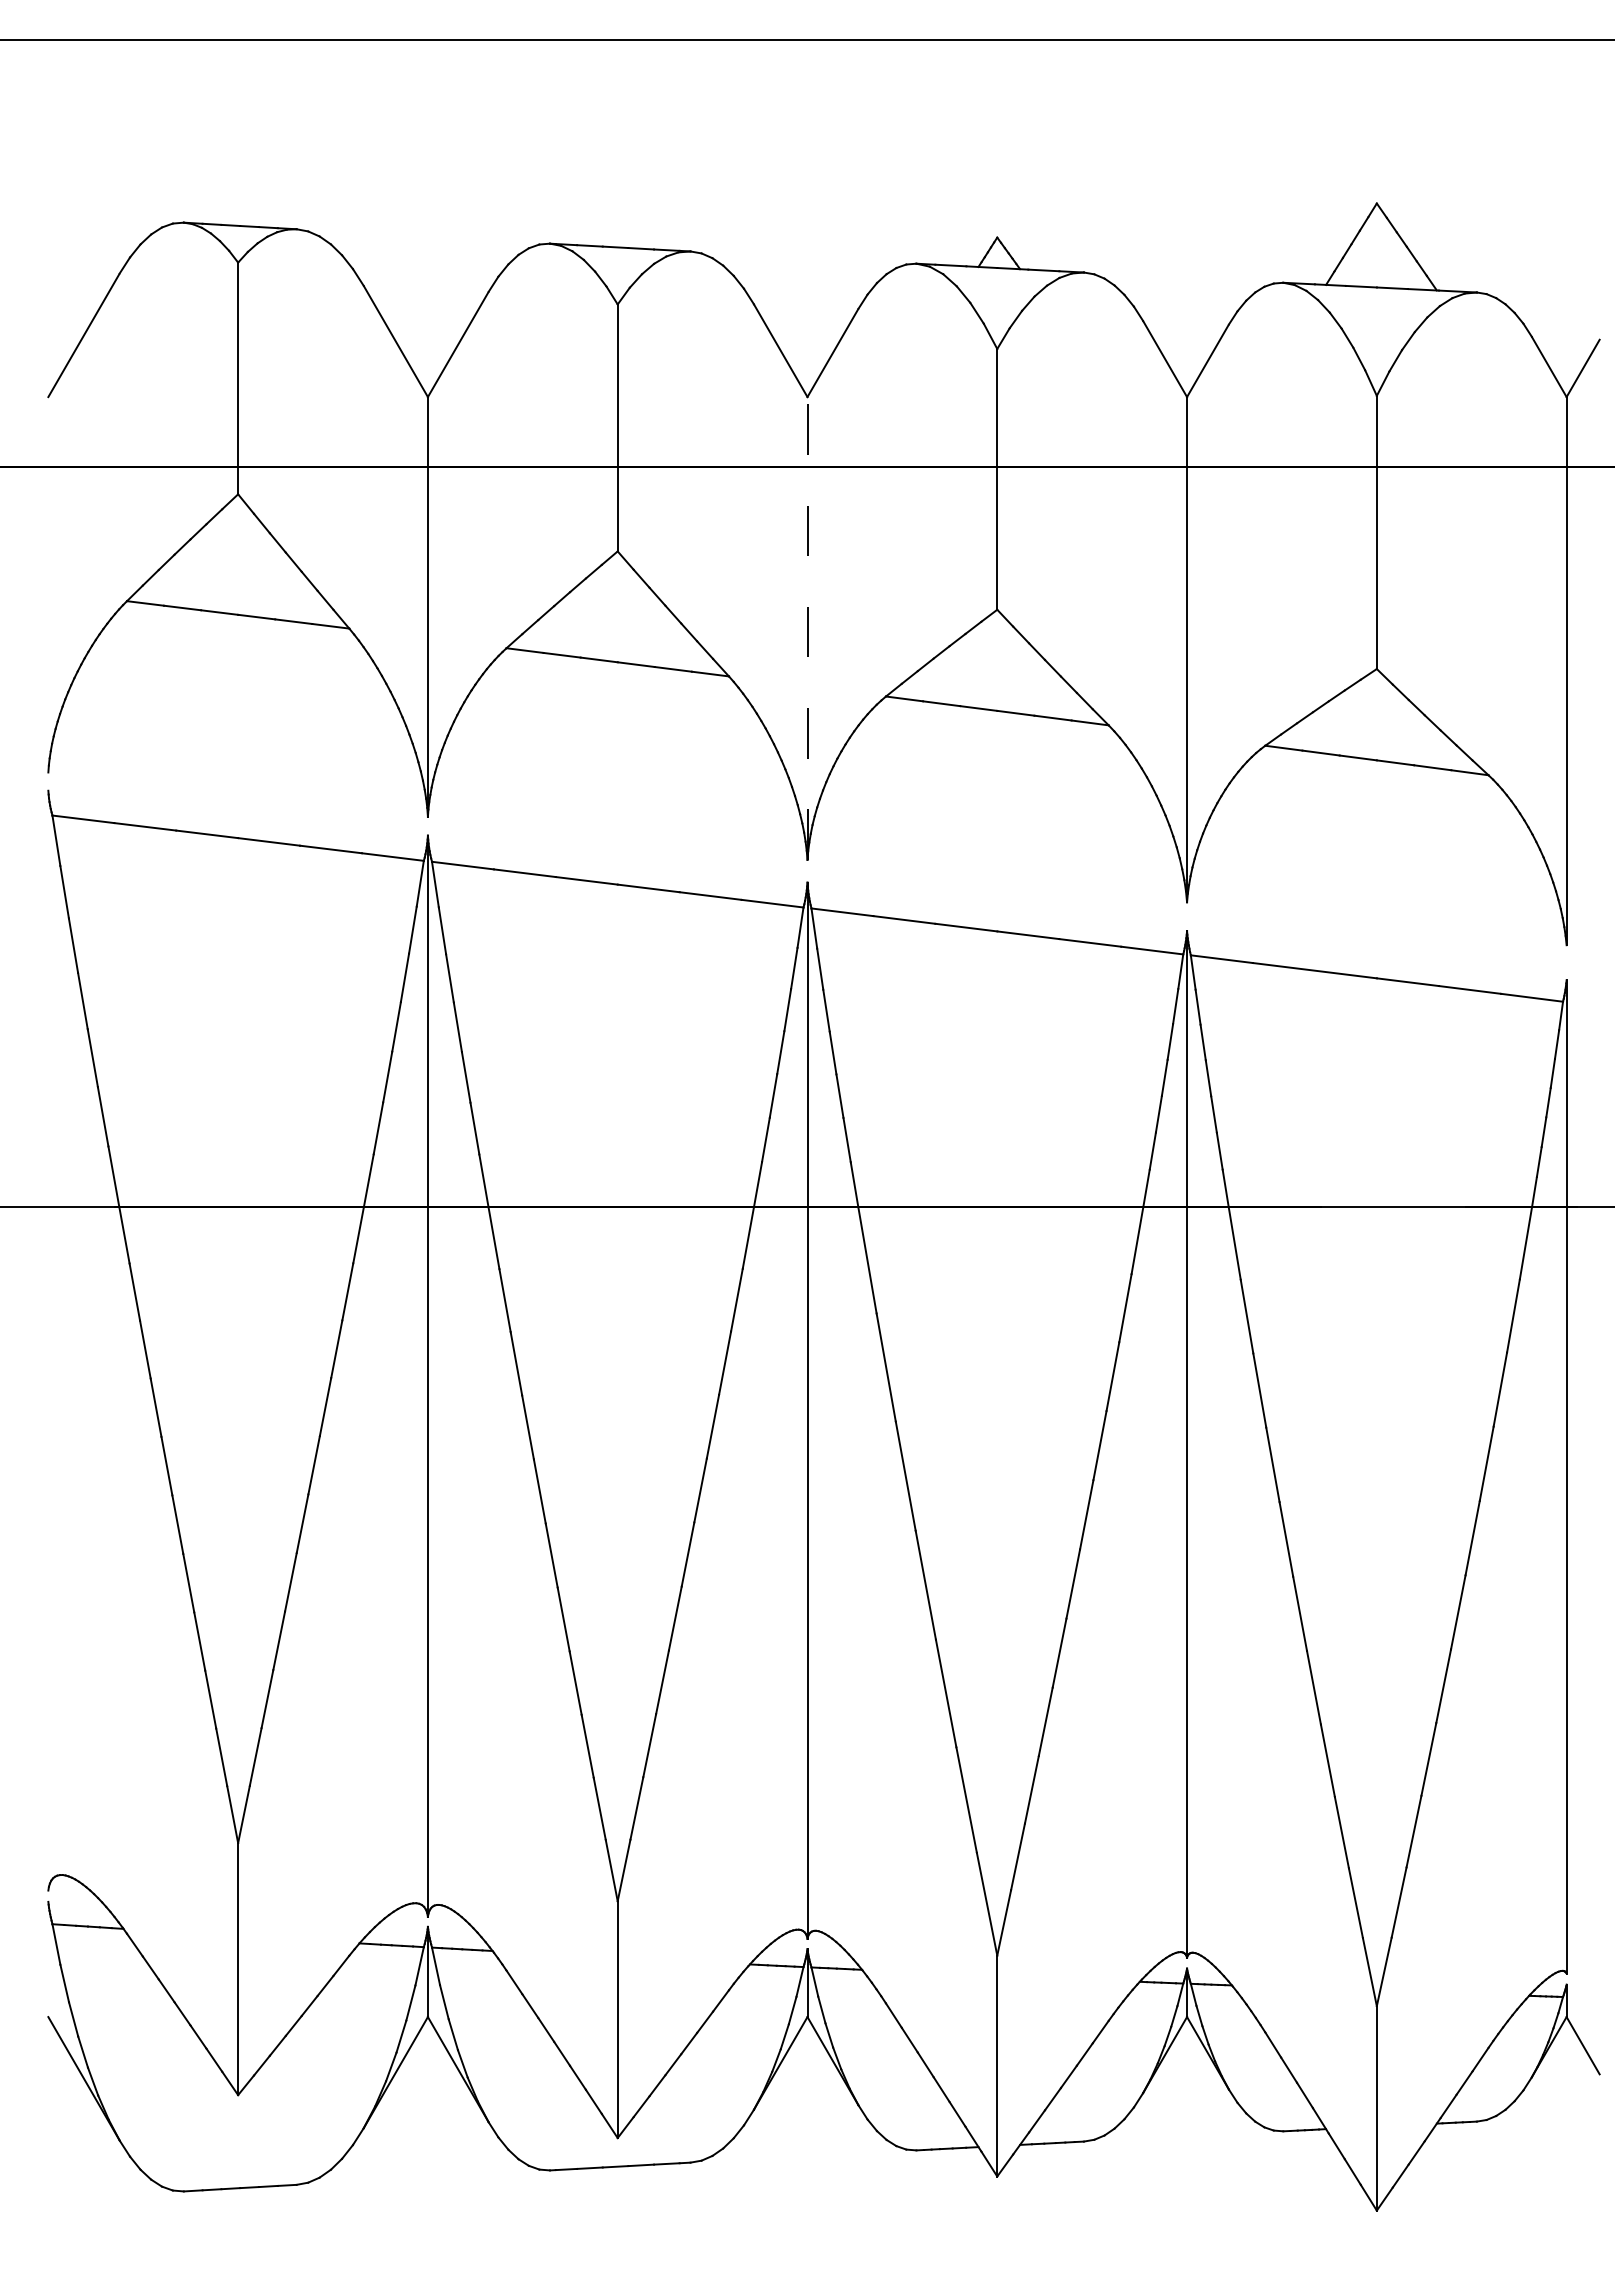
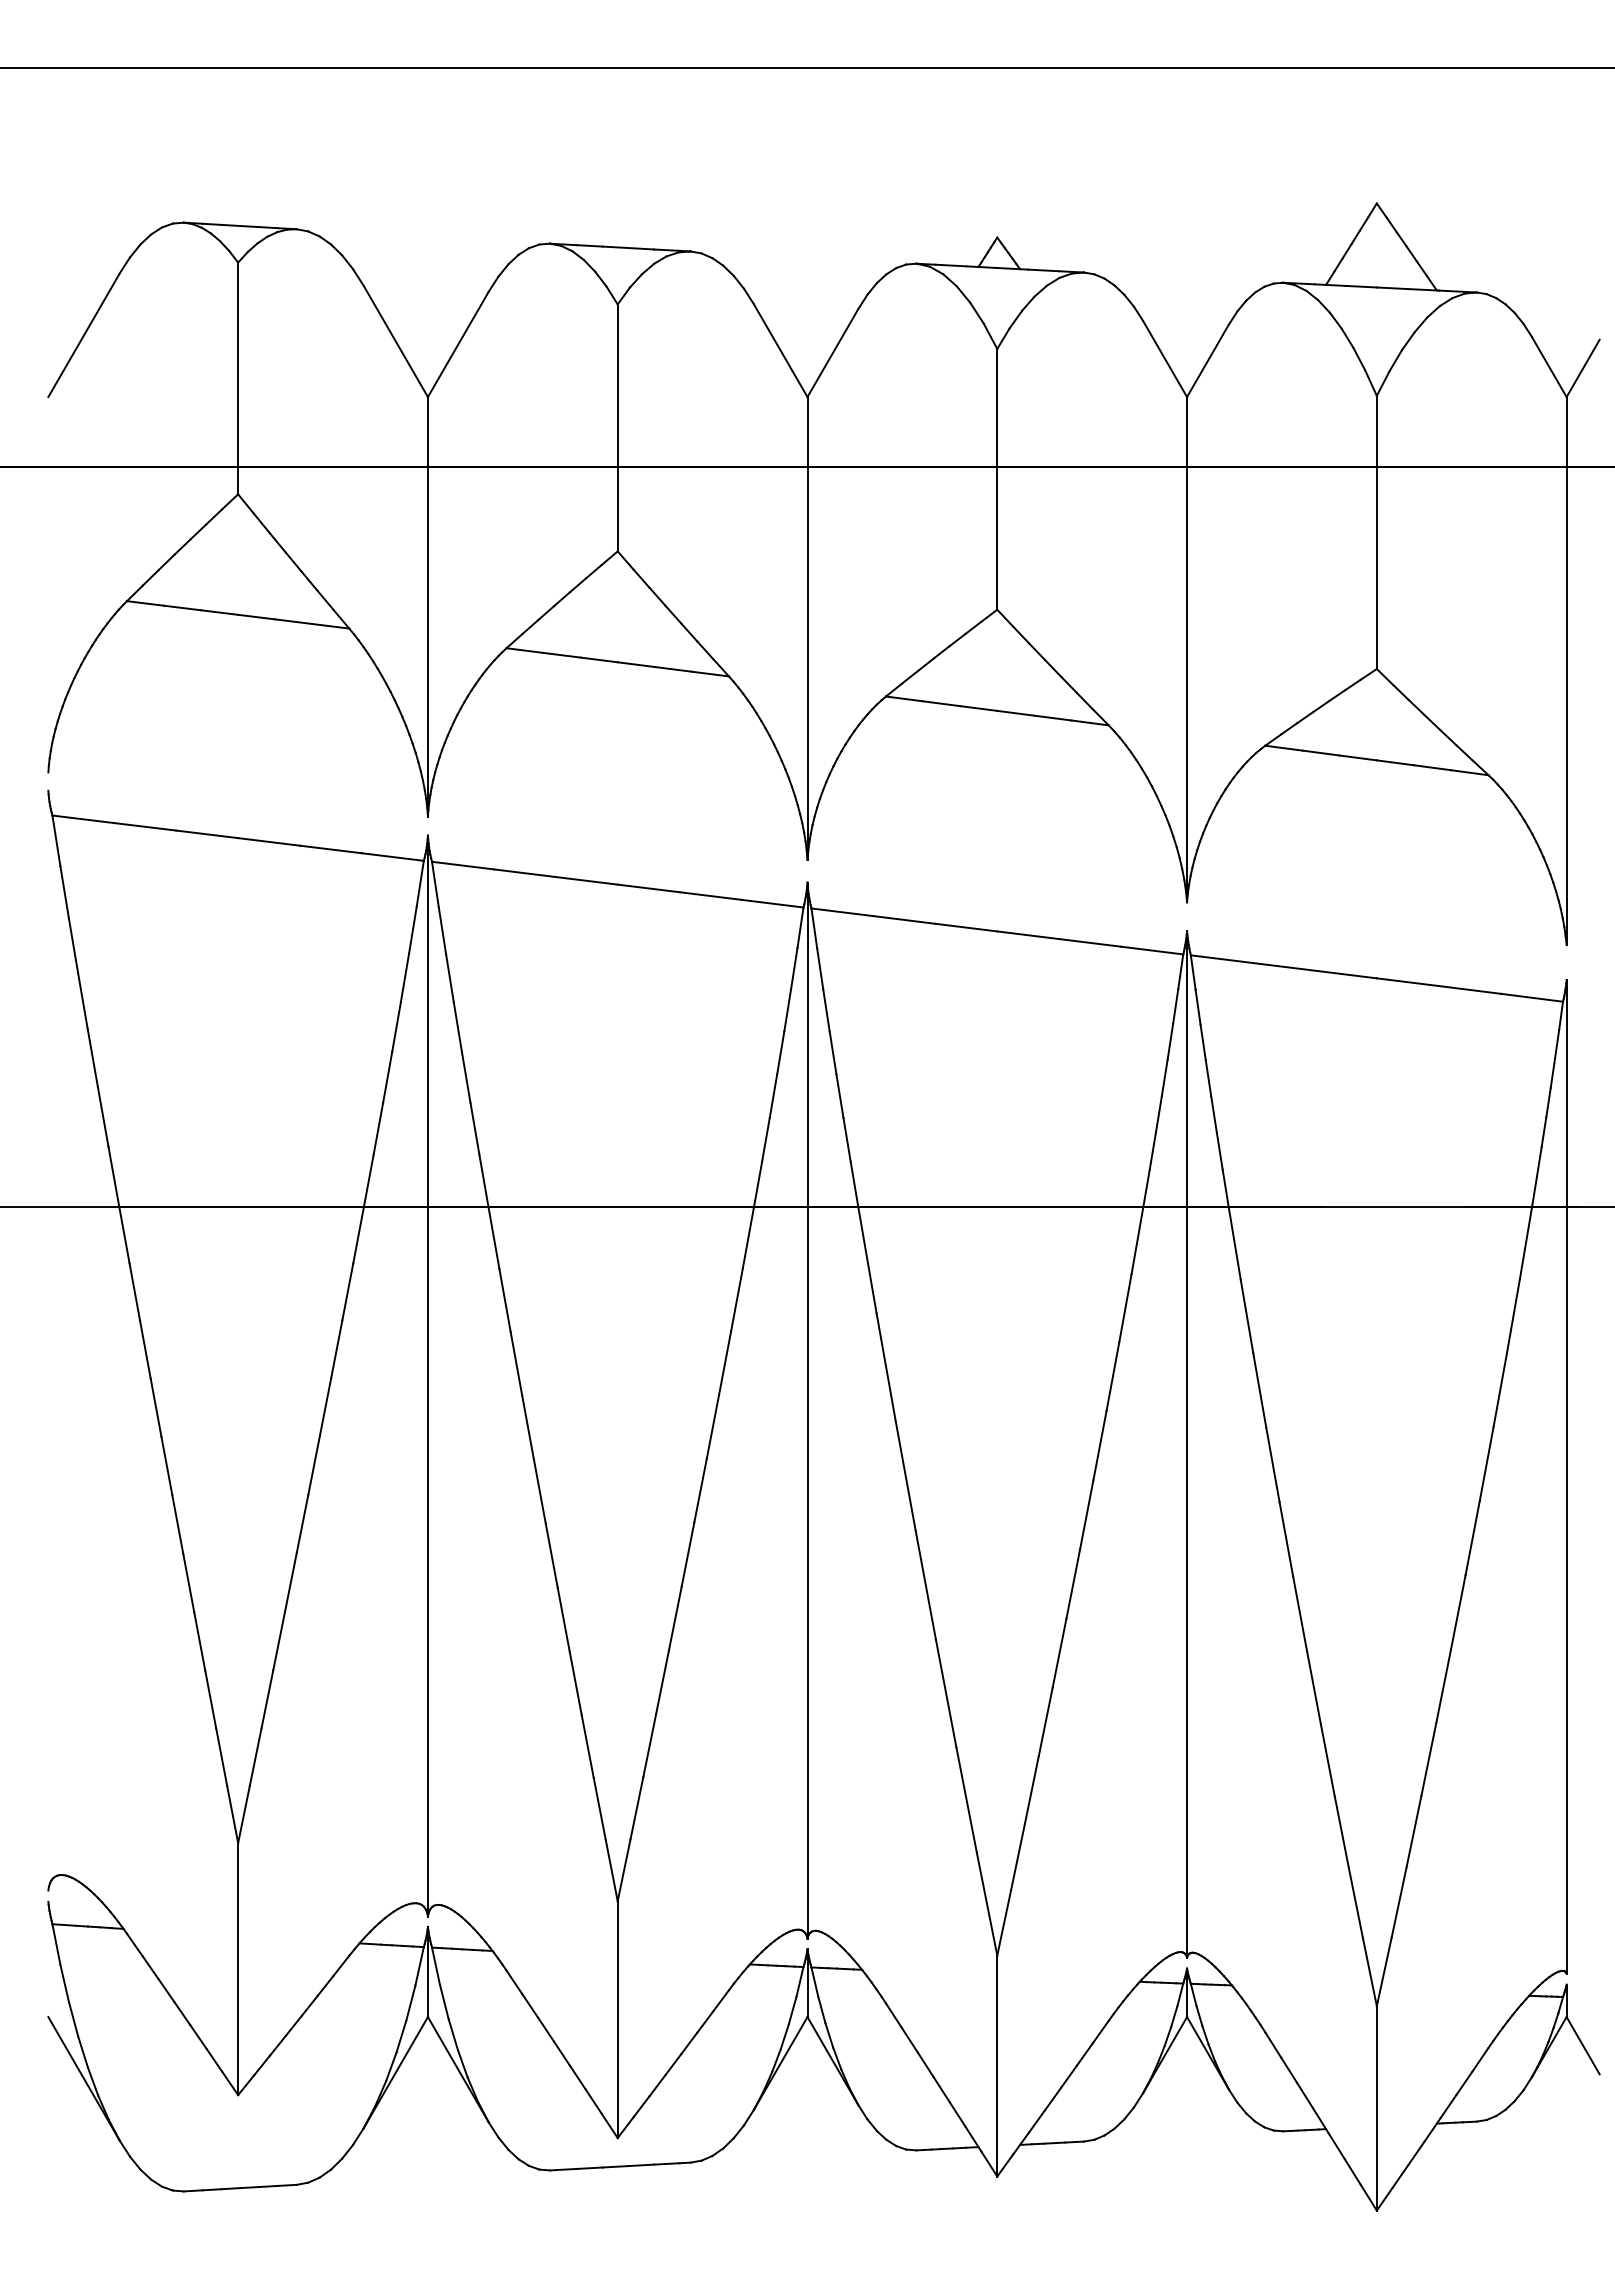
line at (806, 40) position: (806, 40) -> (806, 68)
line at (807, 627): dashed -> solid
